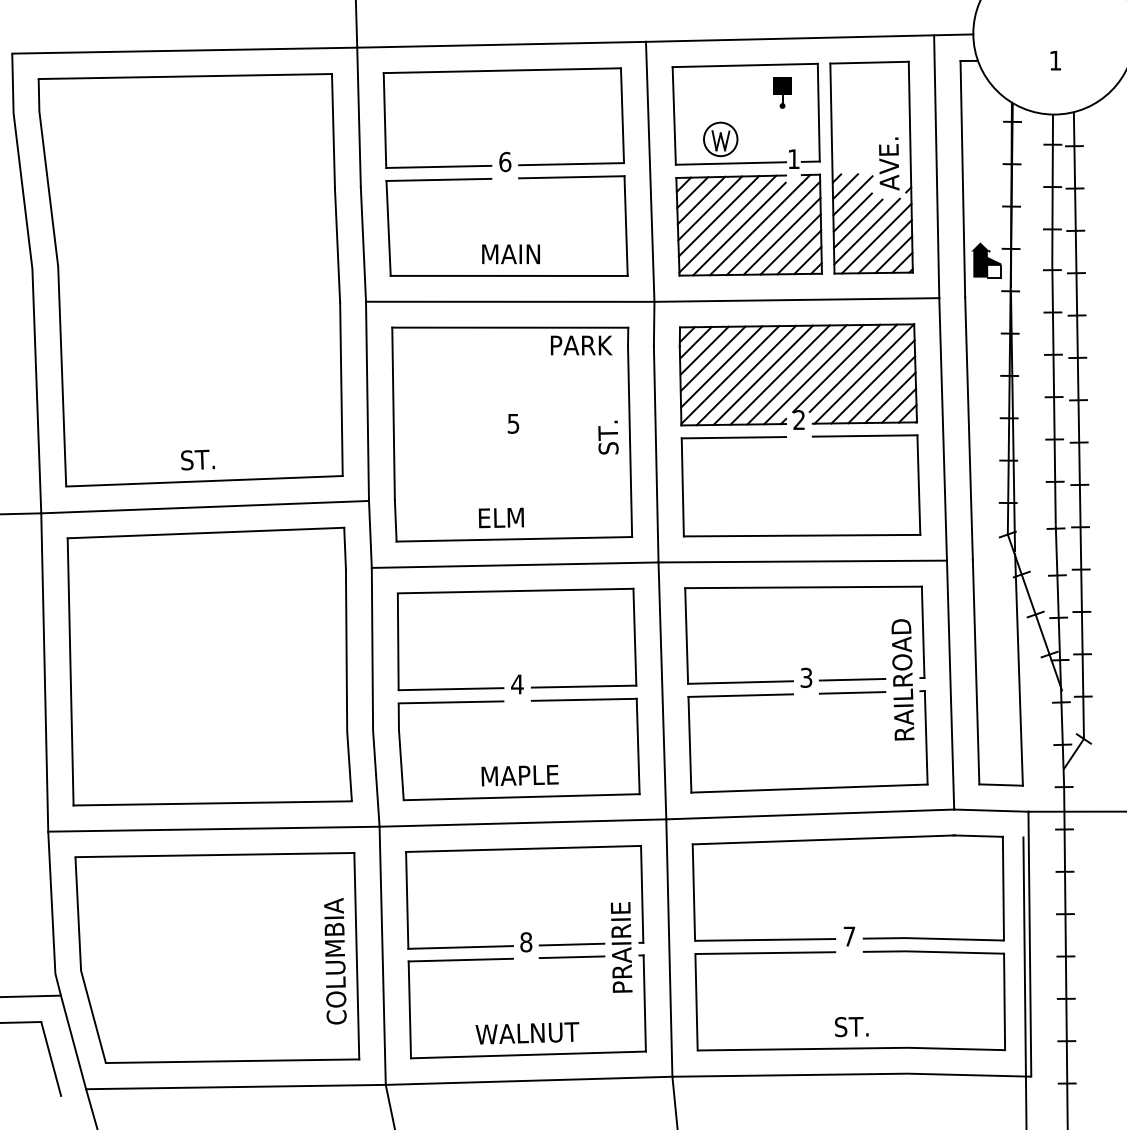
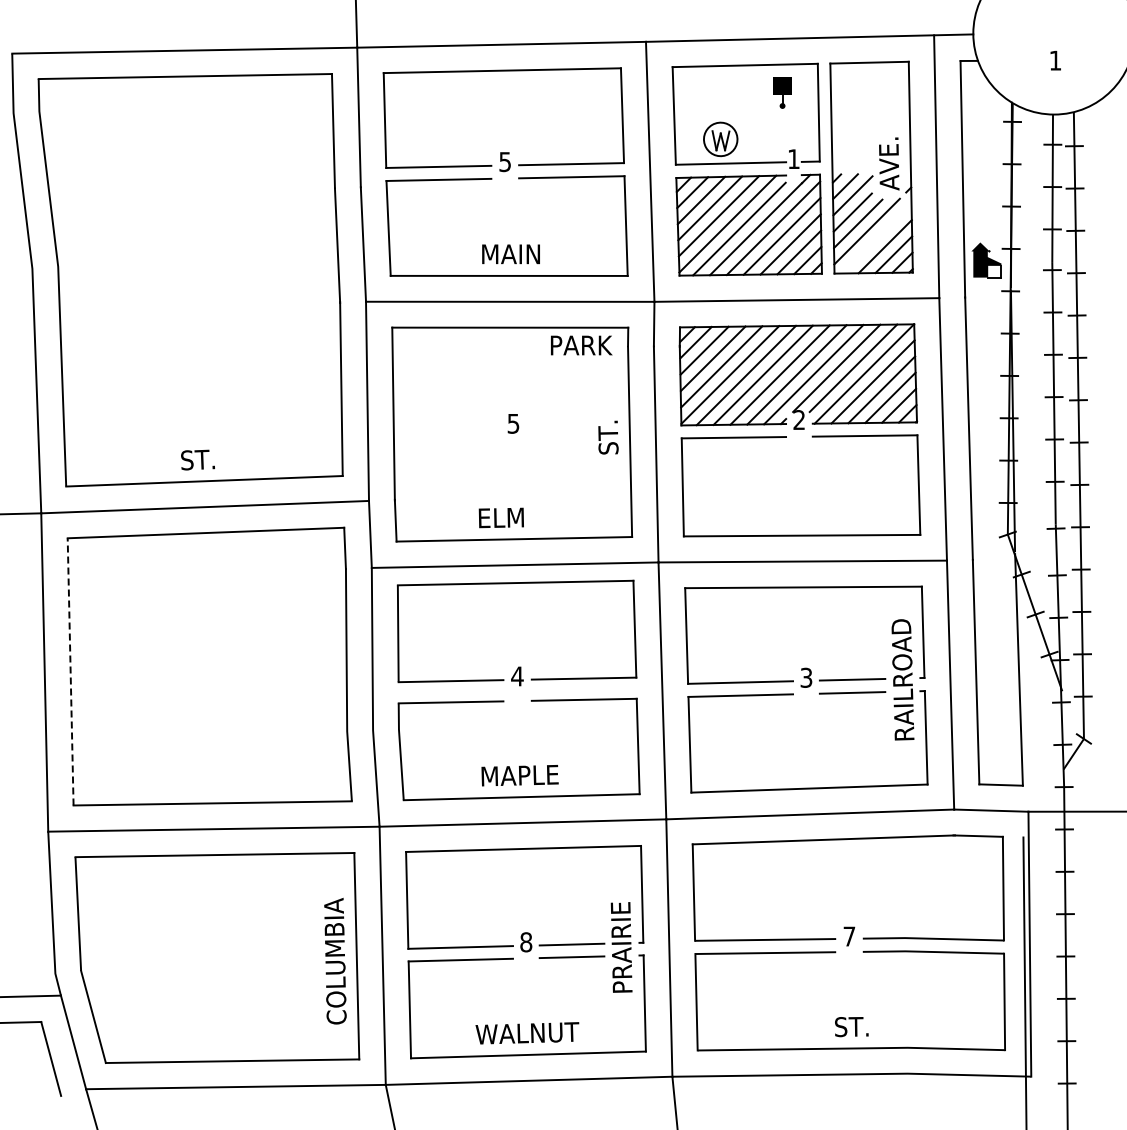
text at (505, 161): 6 -> 5
line at (876, 238): present -> none
line at (70, 671): solid -> dashed
part at (518, 674) position: (518, 674) -> (518, 666)
